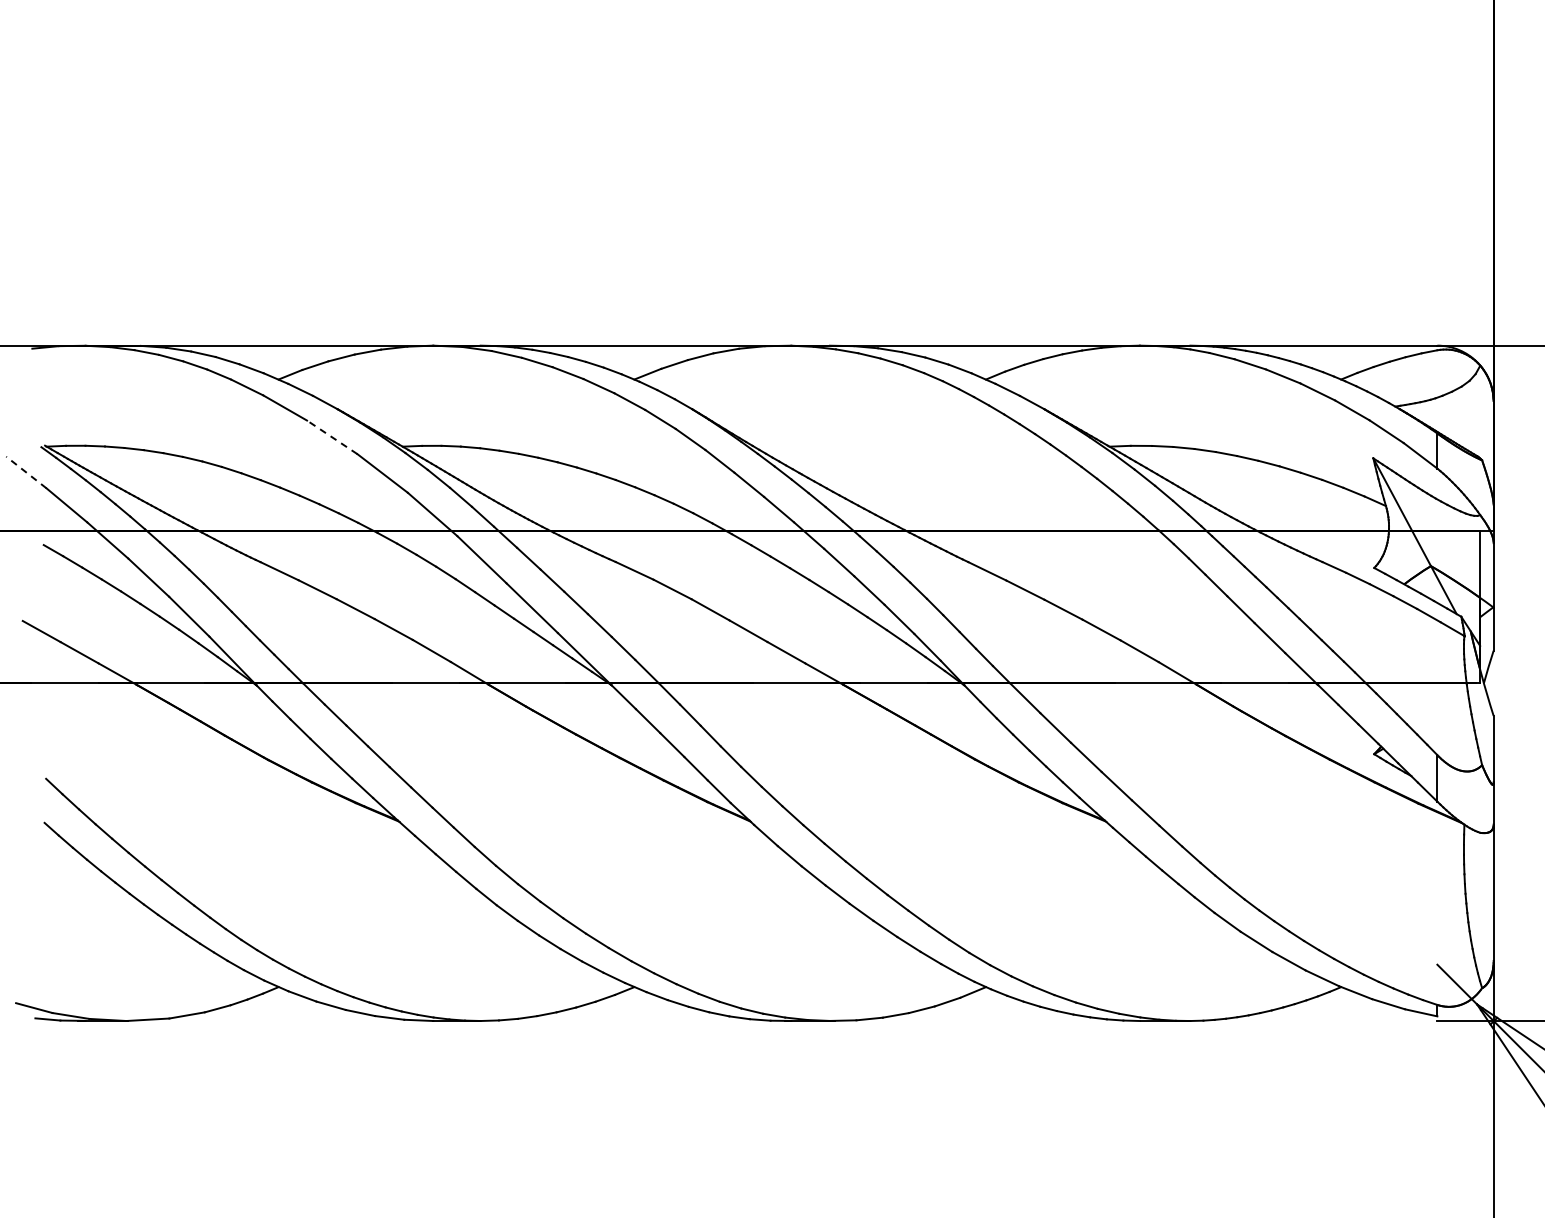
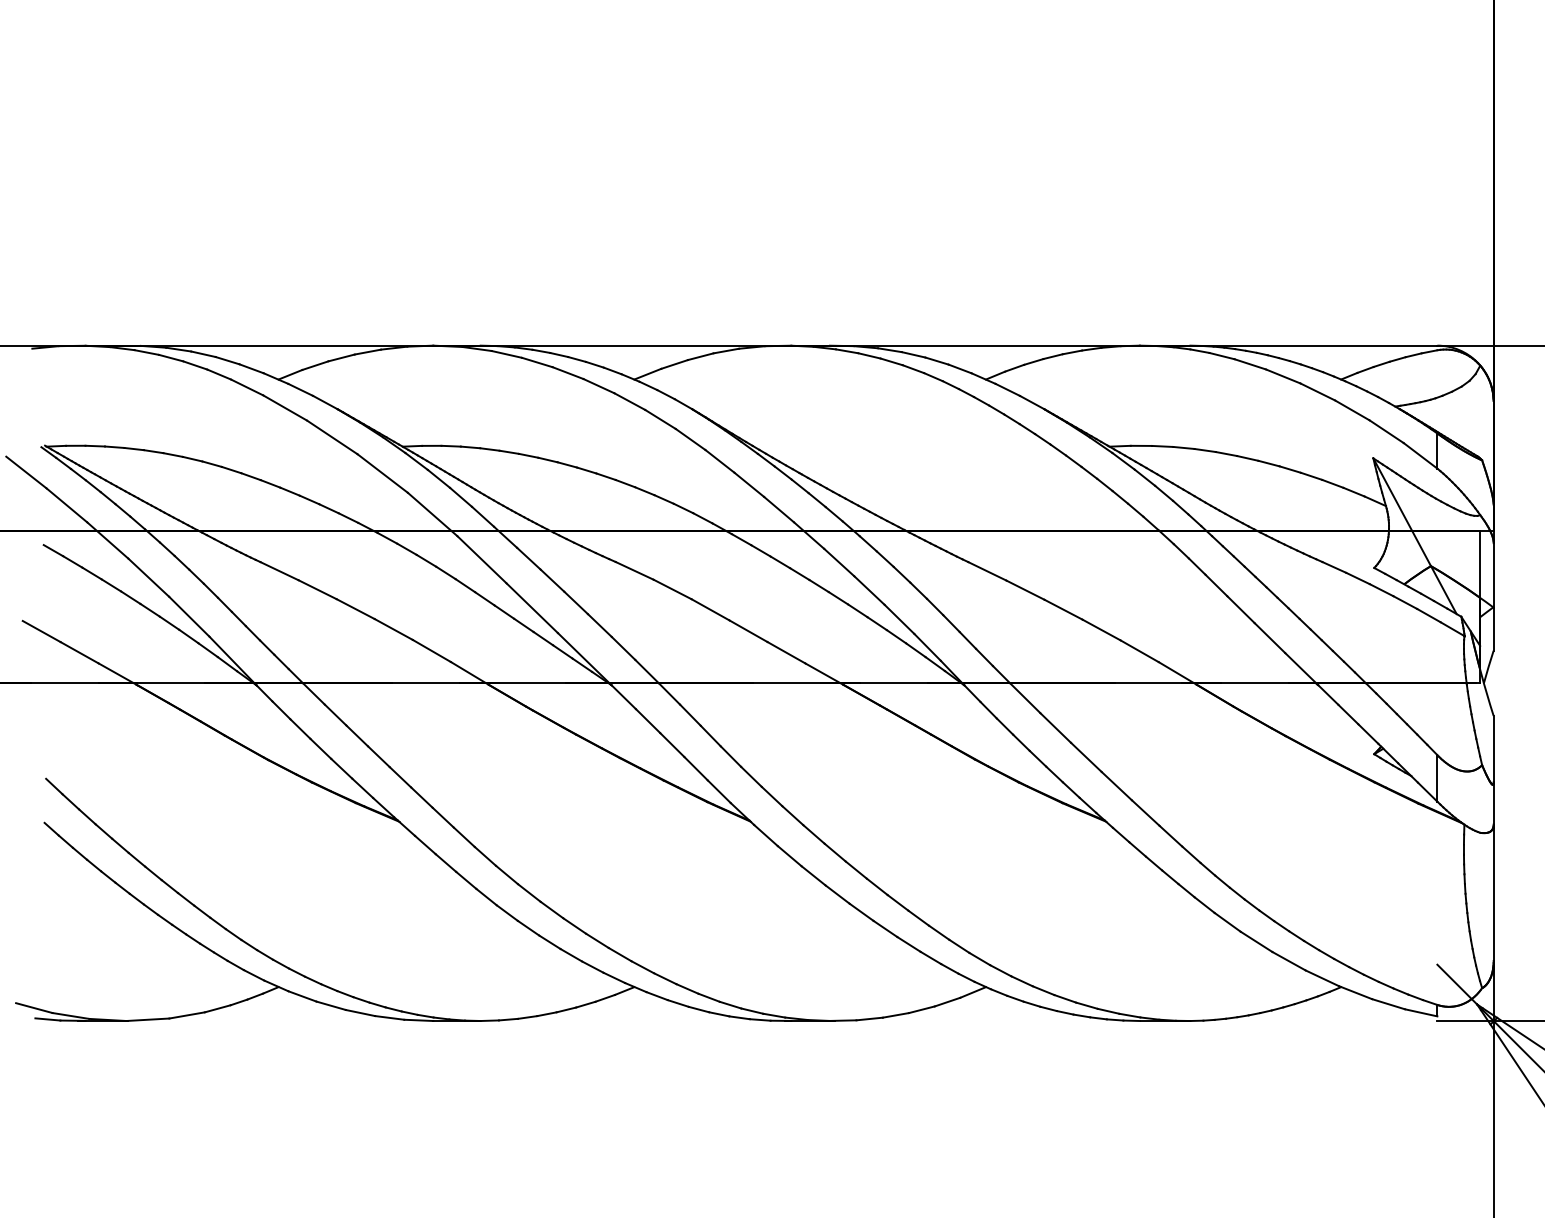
line at (331, 437): dashed -> solid
line at (26, 472): dashed -> solid
